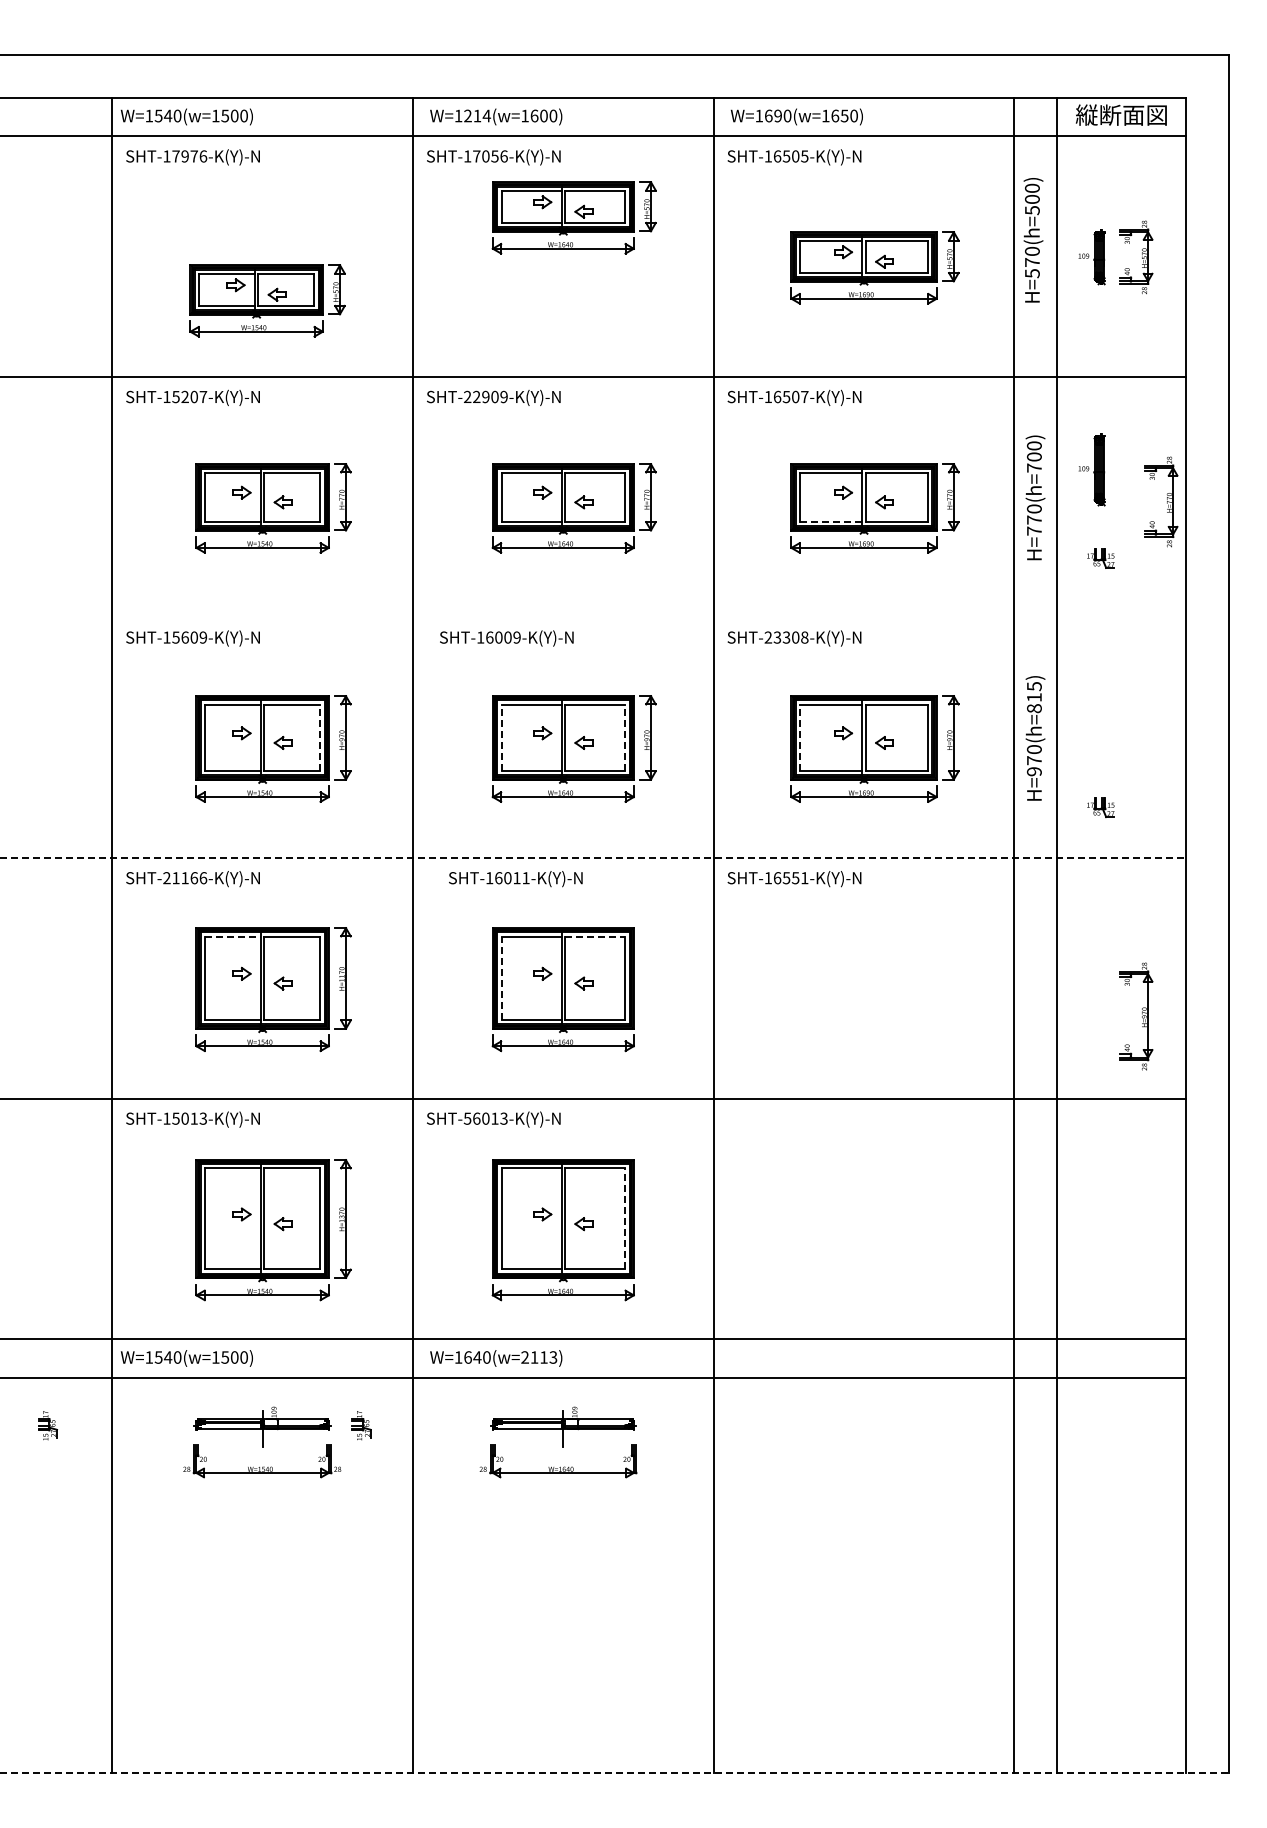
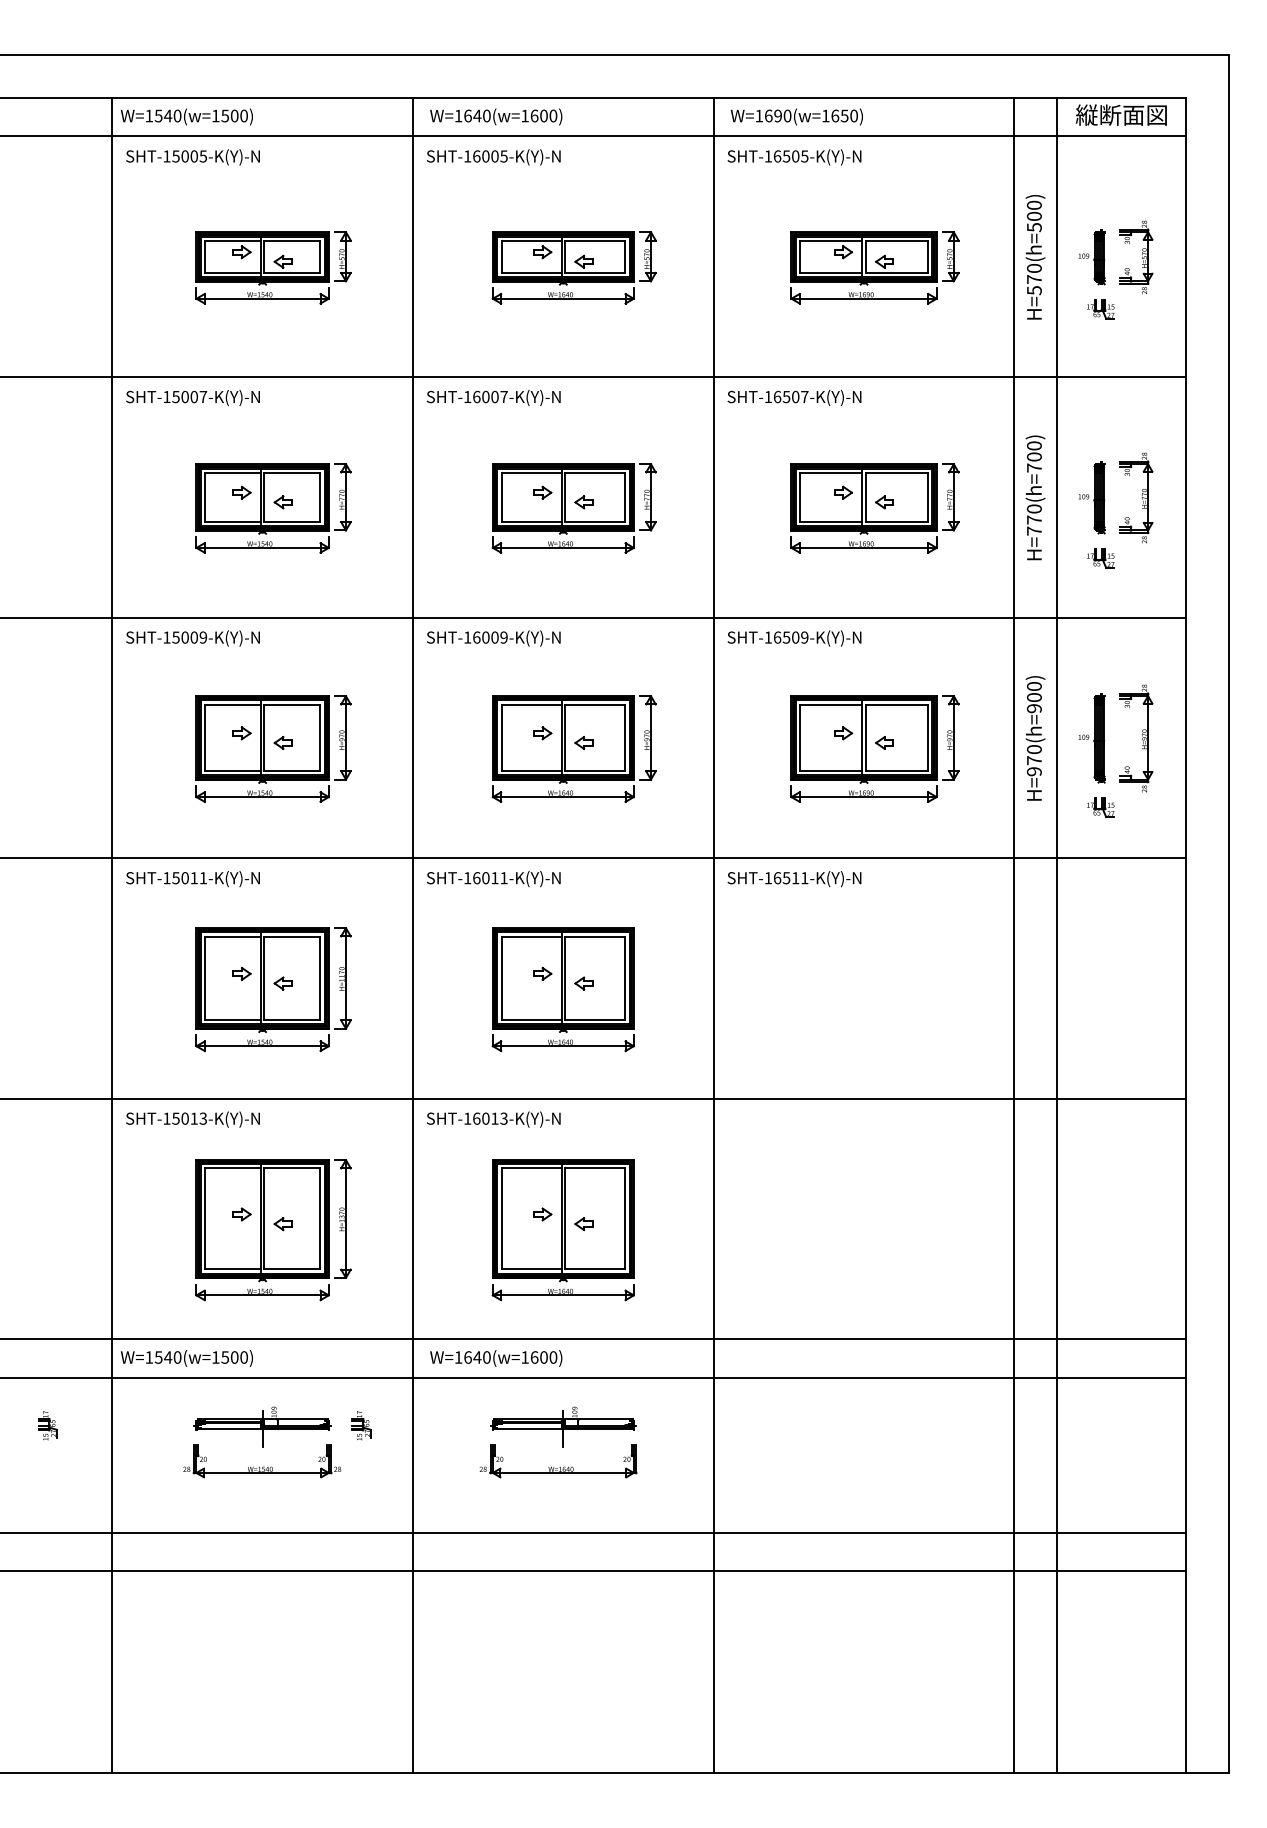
text at (477, 115): W=1214(w=1600) -> W=1640(w=1600)
text at (189, 156): SHT-17976-K(Y)-N -> SHT-15005-K(Y)-N
text at (490, 156): SHT-17056-K(Y)-N -> SHT-16005-K(Y)-N
part at (573, 217) position: (573, 217) -> (573, 267)
text at (1033, 240) position: (1033, 240) -> (1035, 257)
part at (267, 300) position: (267, 300) -> (273, 267)
part at (1100, 309): none -> present
text at (485, 396): SHT-22909-K(Y)-N -> SHT-16007-K(Y)-N
text at (184, 397): SHT-15207-K(Y)-N -> SHT-15007-K(Y)-N
part at (1091, 469) position: (1091, 469) -> (1091, 497)
part at (1161, 501) position: (1161, 501) -> (1136, 497)
line at (831, 521): dashed -> solid
line at (594, 617): none -> present
text at (184, 637): SHT-15609-K(Y)-N -> SHT-15009-K(Y)-N
text at (786, 637): SHT-23308-K(Y)-N -> SHT-16509-K(Y)-N
text at (506, 638) position: (506, 638) -> (493, 638)
text at (1033, 697): H=970(h=815) -> H=970(h=900)
line at (320, 737): dashed -> solid
line at (501, 737): dashed -> solid
line at (625, 737): dashed -> solid
line at (800, 737): dashed -> solid
part at (1091, 738): none -> present
line at (593, 858): dashed -> solid
text at (185, 878): SHT-21166-K(Y)-N -> SHT-15011-K(Y)-N
text at (795, 878): SHT-16551-K(Y)-N -> SHT-16511-K(Y)-N
text at (515, 879) position: (515, 879) -> (493, 879)
line at (233, 936): dashed -> solid
line at (595, 936): dashed -> solid
line at (501, 978): dashed -> solid
part at (1136, 1016) position: (1136, 1016) -> (1136, 738)
text at (467, 1118): SHT-56013-K(Y)-N -> SHT-16013-K(Y)-N
line at (625, 1218): dashed -> solid
text at (539, 1357): W=1640(w=2113) -> W=1640(w=1600)
line at (594, 1532): none -> present
line at (594, 1571): none -> present
line at (615, 1773): dashed -> solid
